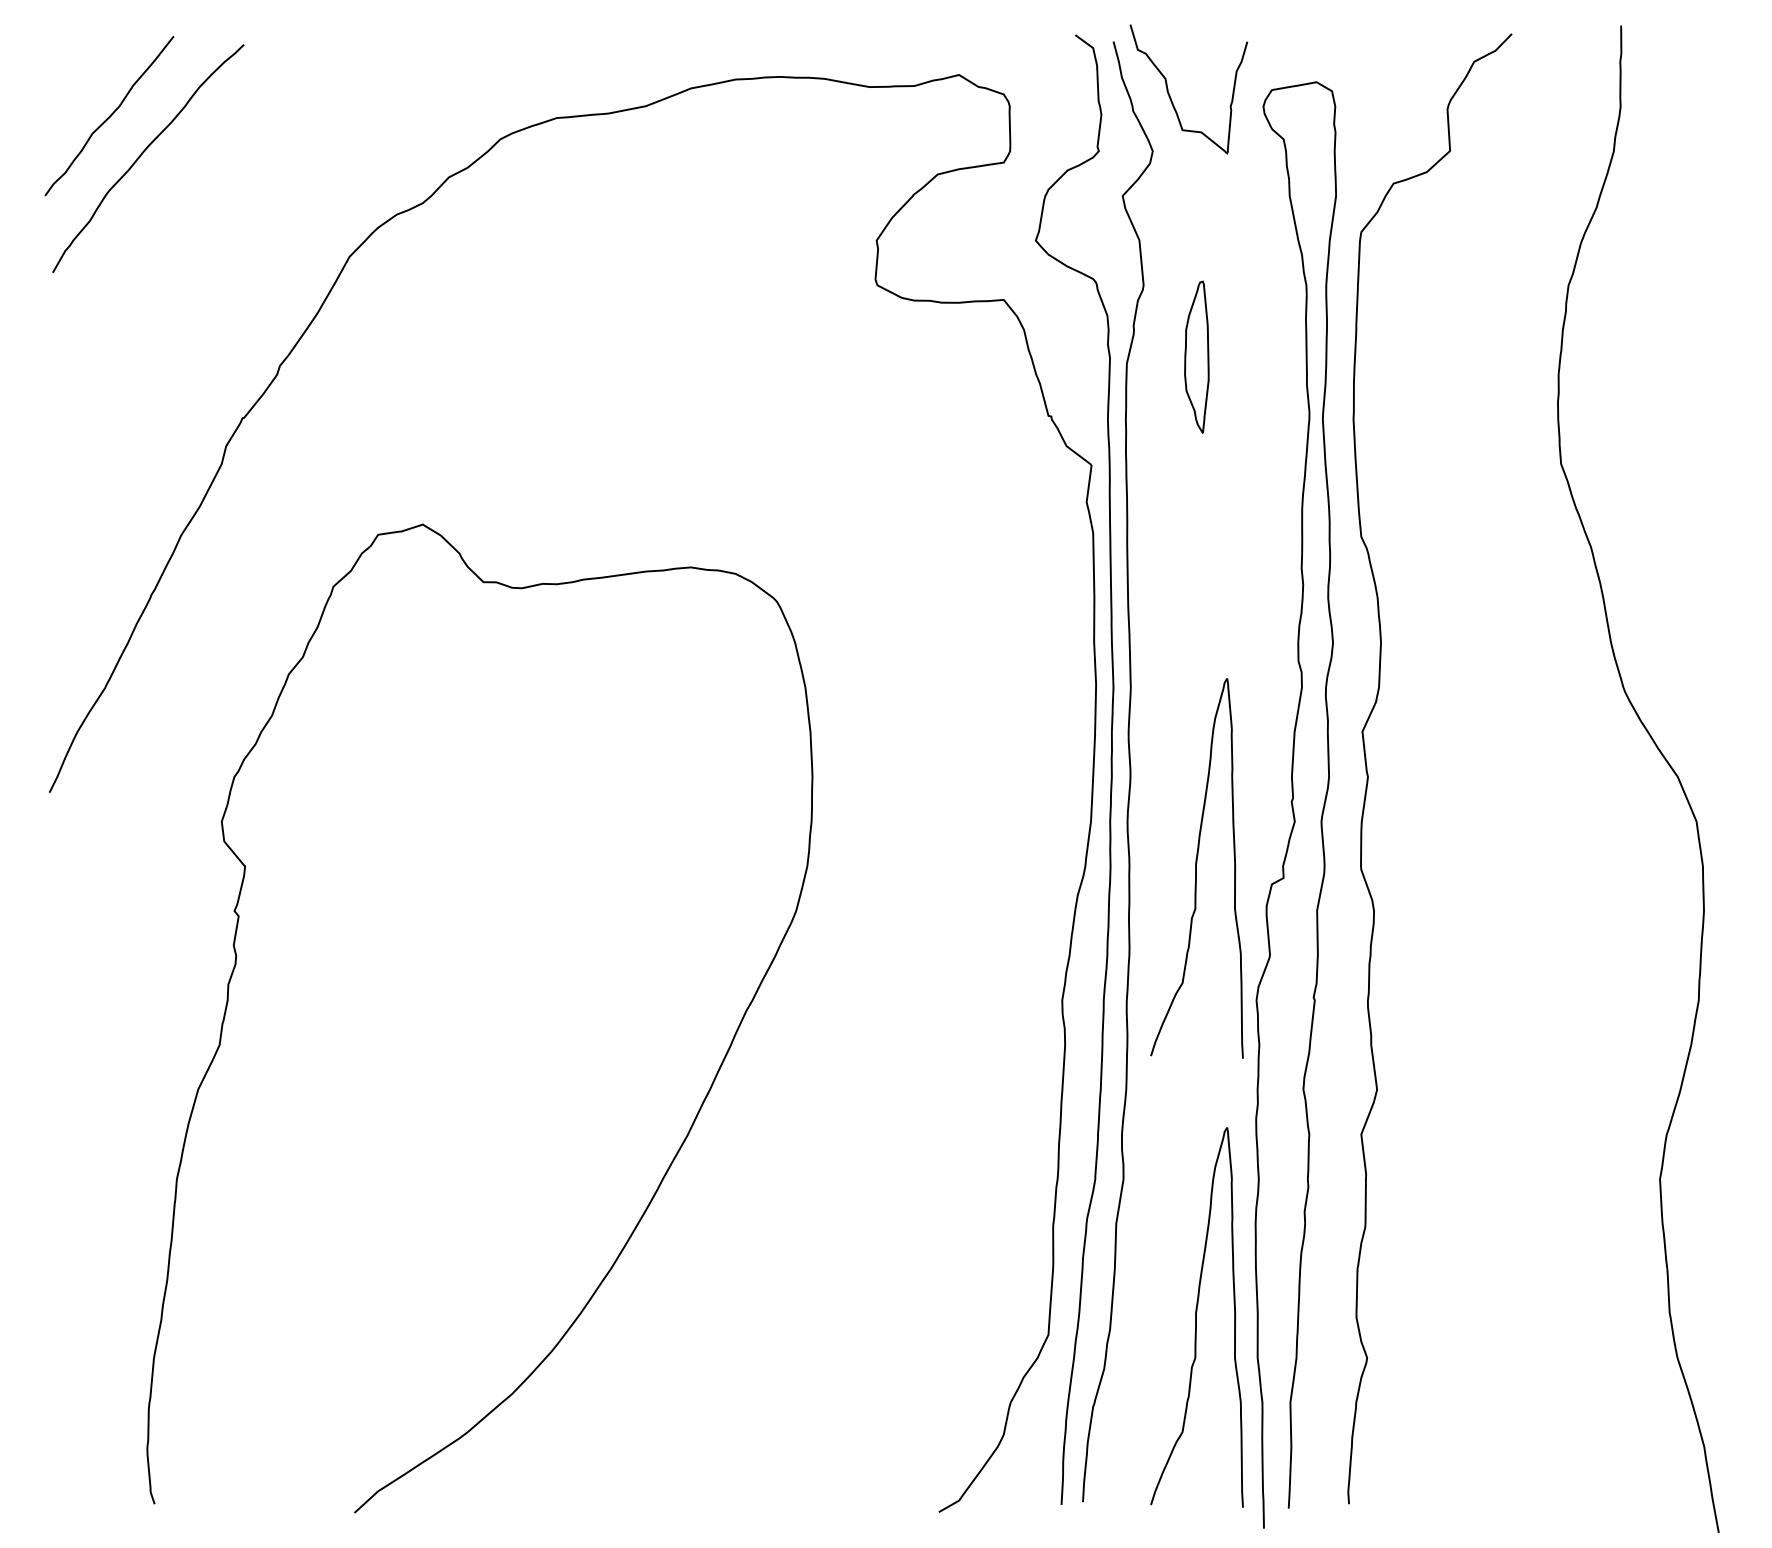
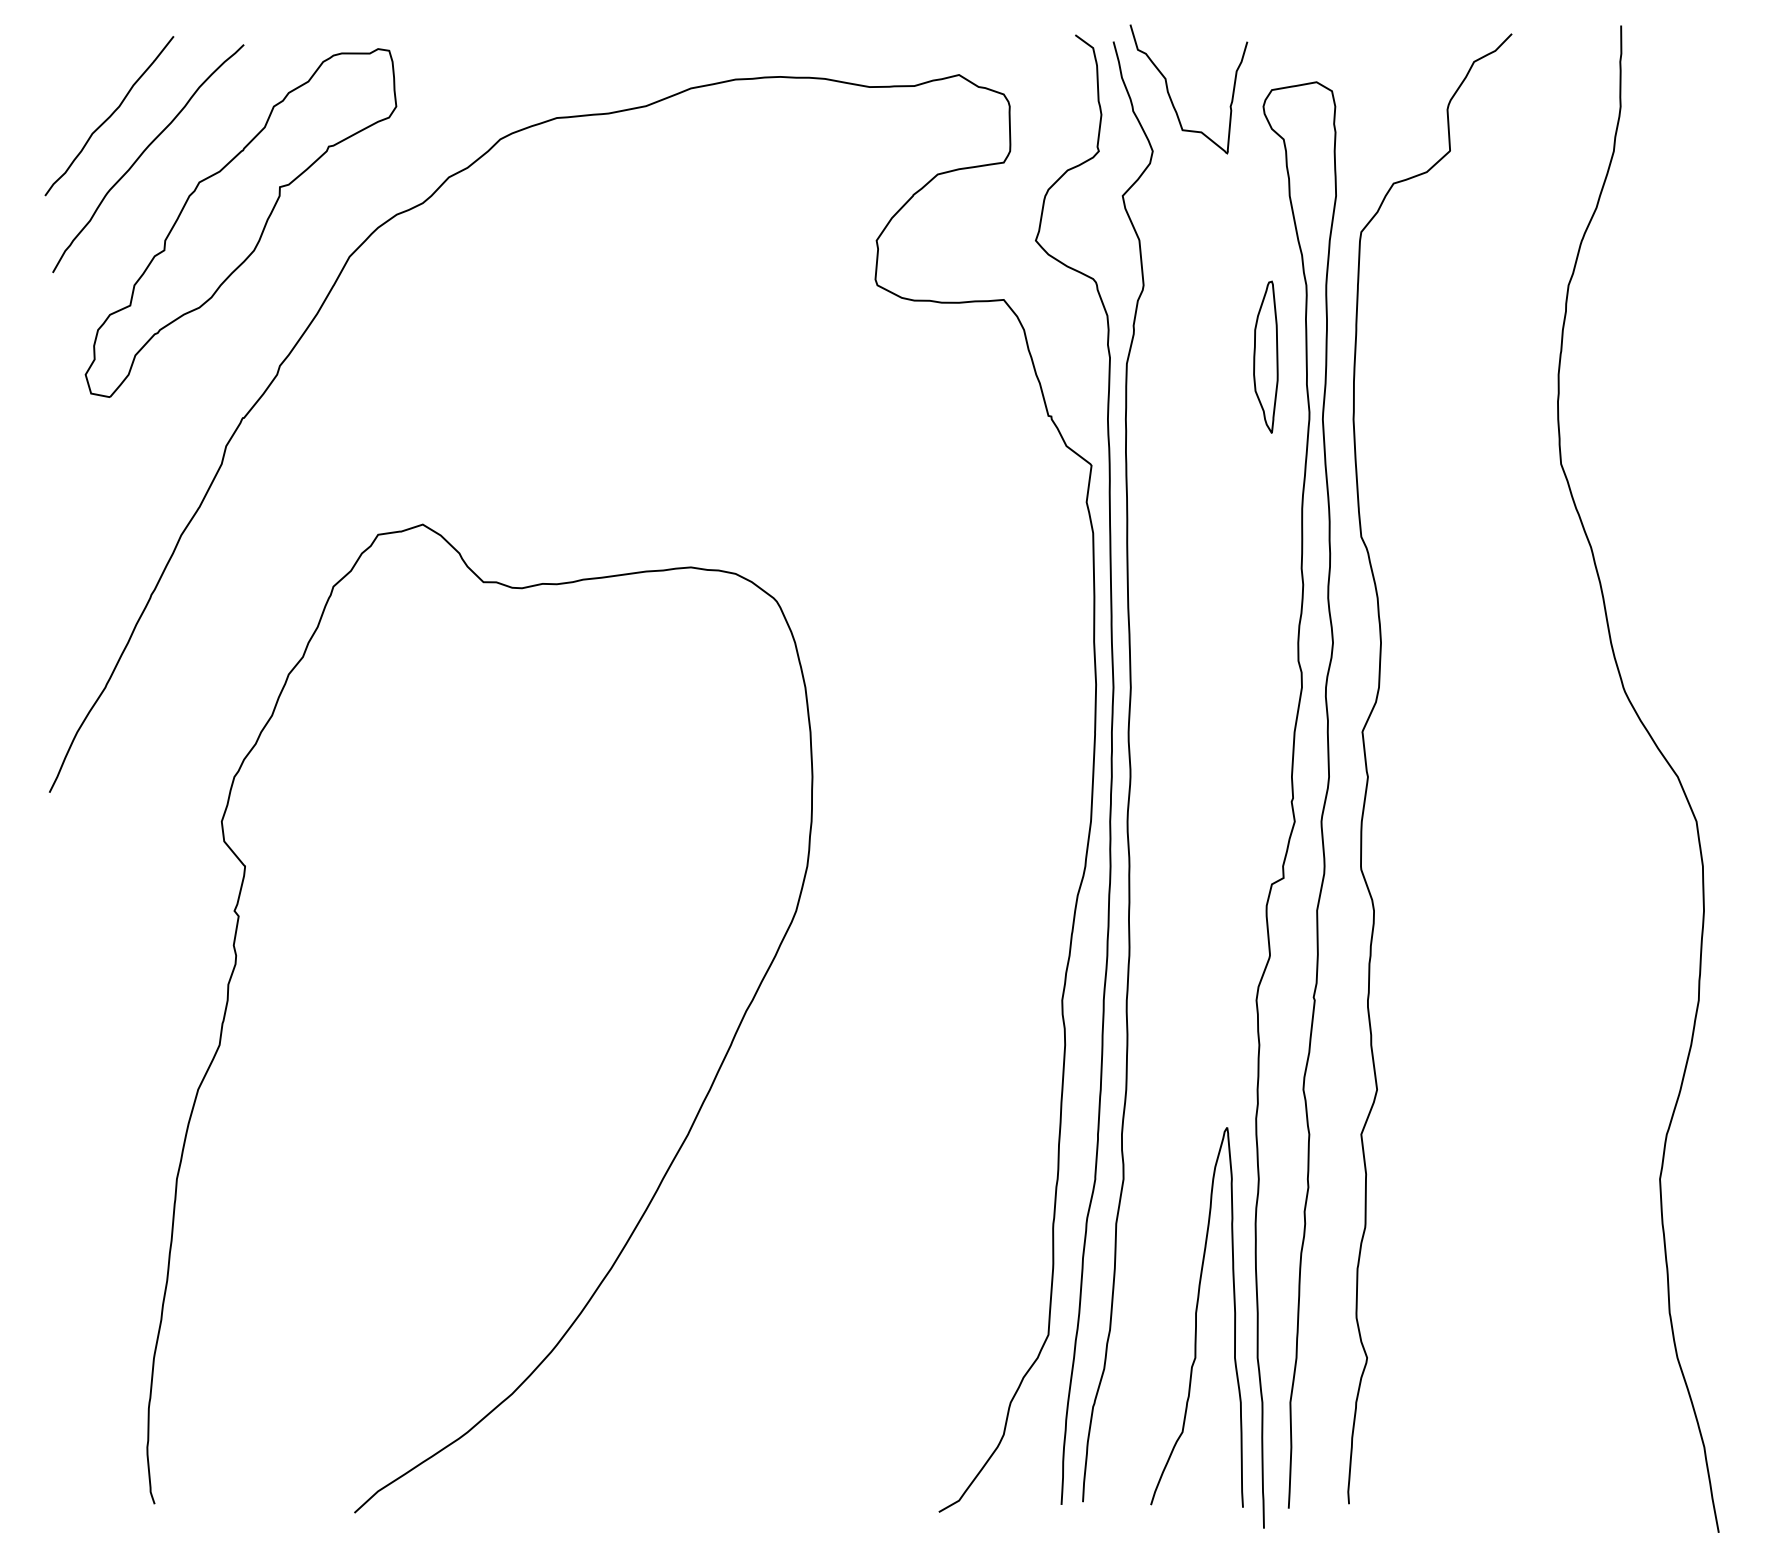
part at (240, 222): none -> present
part at (1196, 356) position: (1196, 356) -> (1265, 356)
curve at (1196, 868): present -> none
